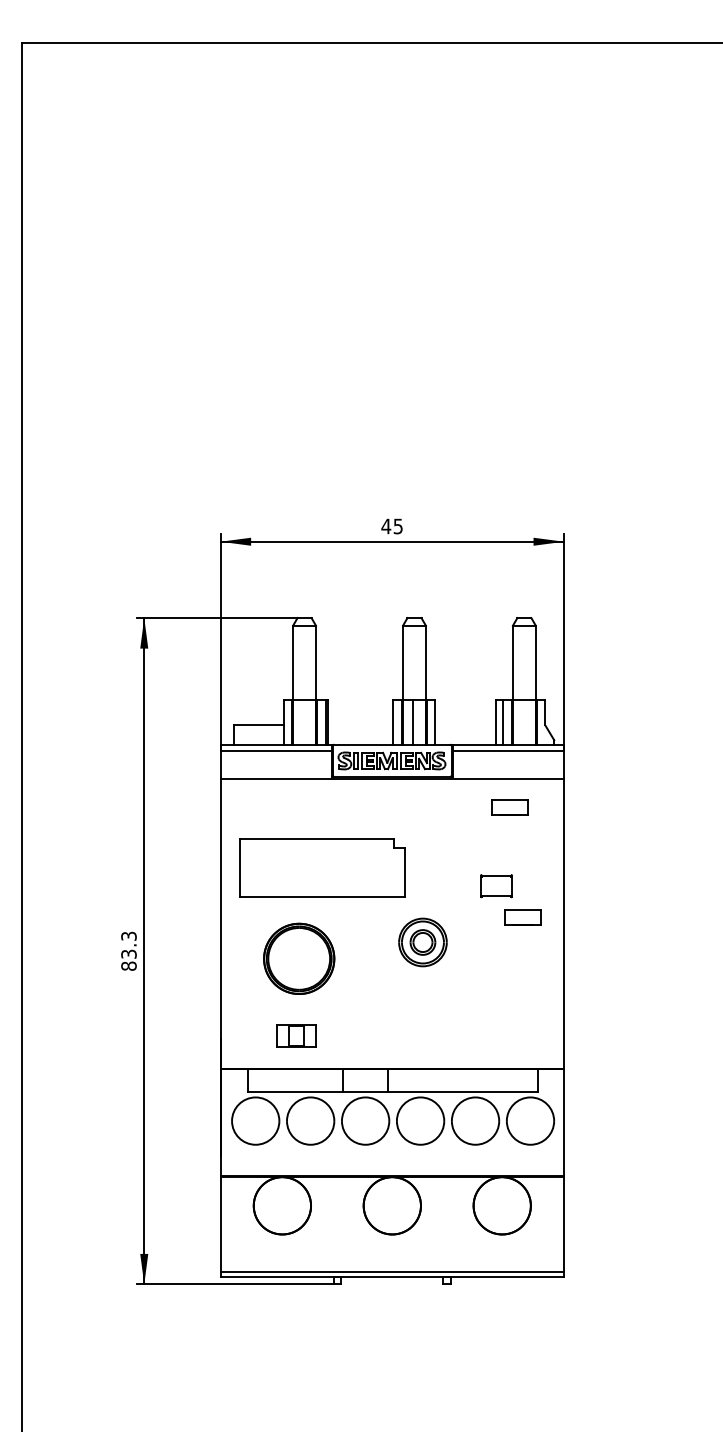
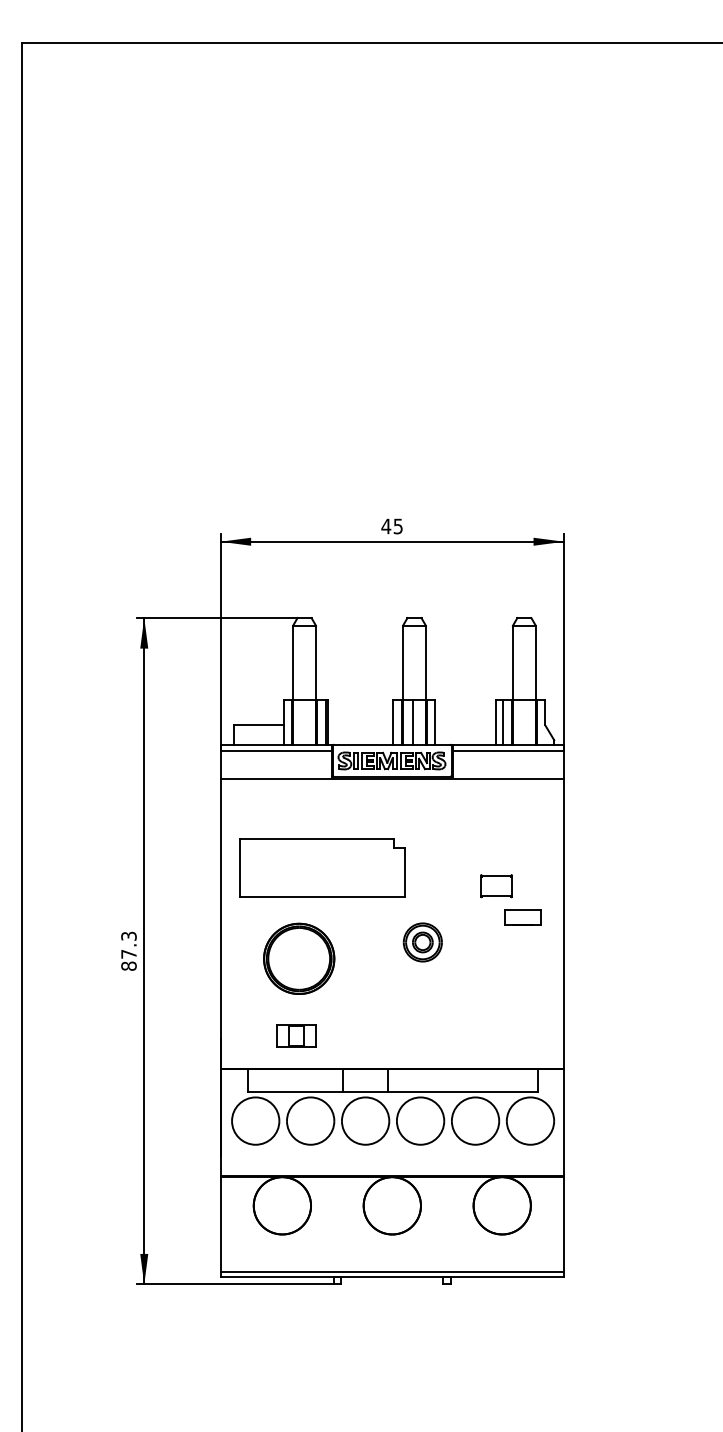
part at (509, 807): present -> none
part at (422, 942) size: 50x51 px -> 41x41 px
text at (128, 953): 83.3 -> 87.3
